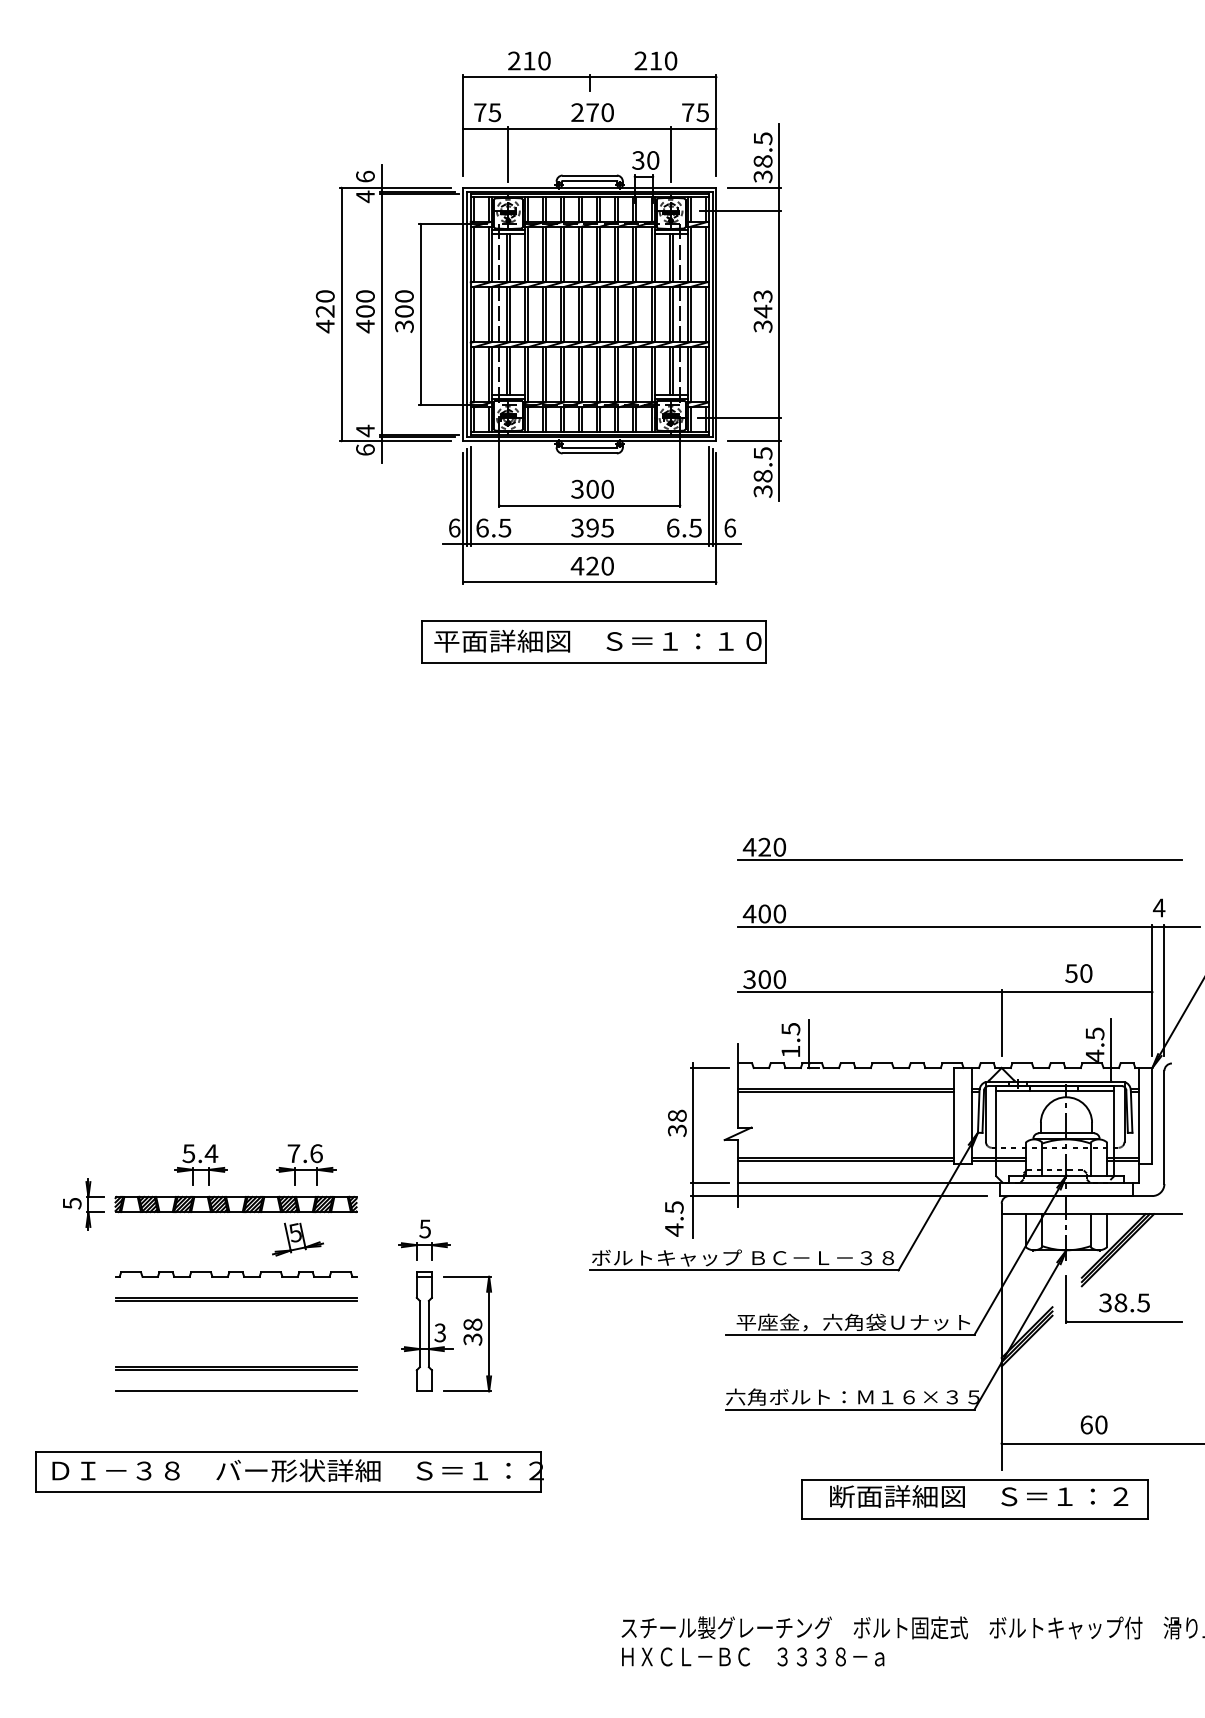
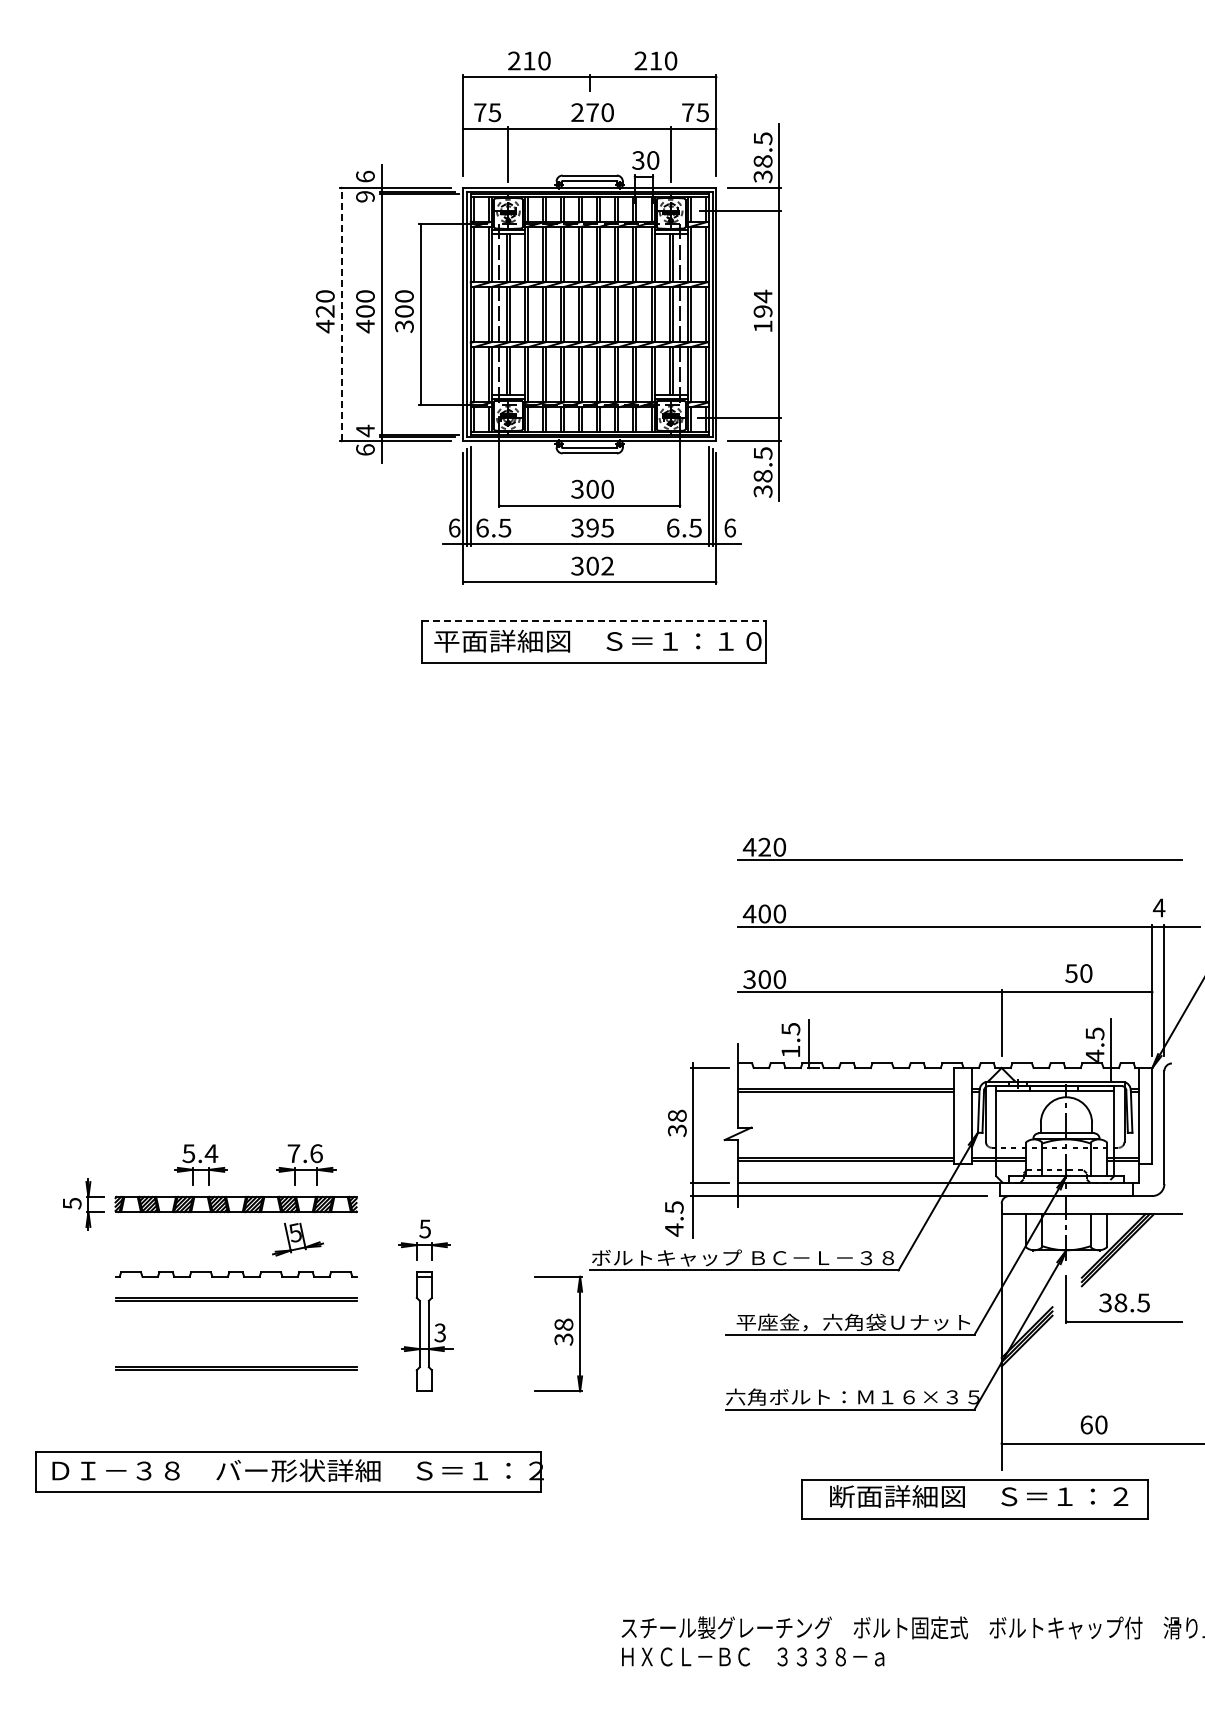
text at (365, 196): 4 -> 9
text at (762, 310): 343 -> 194
line at (341, 314): solid -> dashed
text at (591, 565): 420 -> 302
line at (594, 621): solid -> dashed
part at (467, 1333) position: (467, 1333) -> (558, 1333)
line at (235, 1391): present -> none
